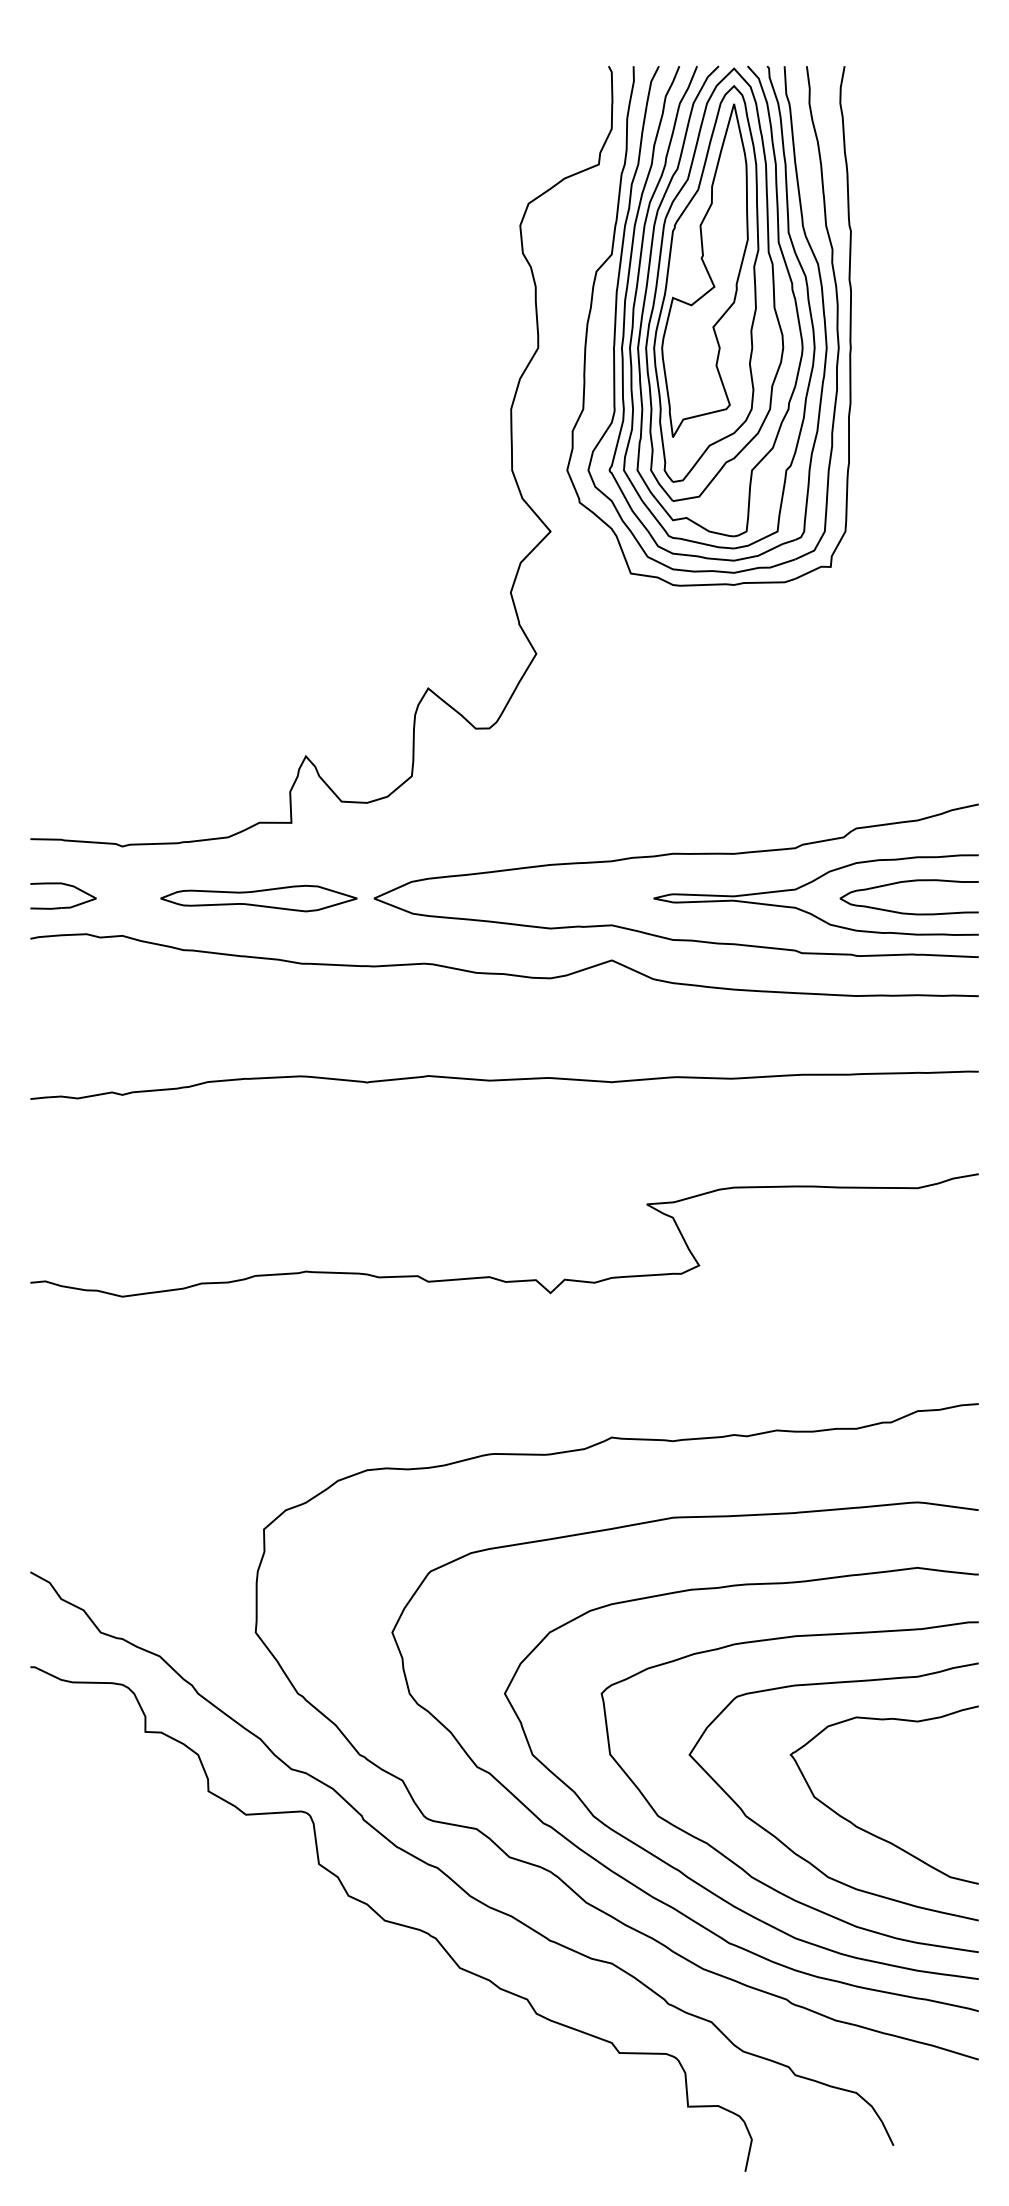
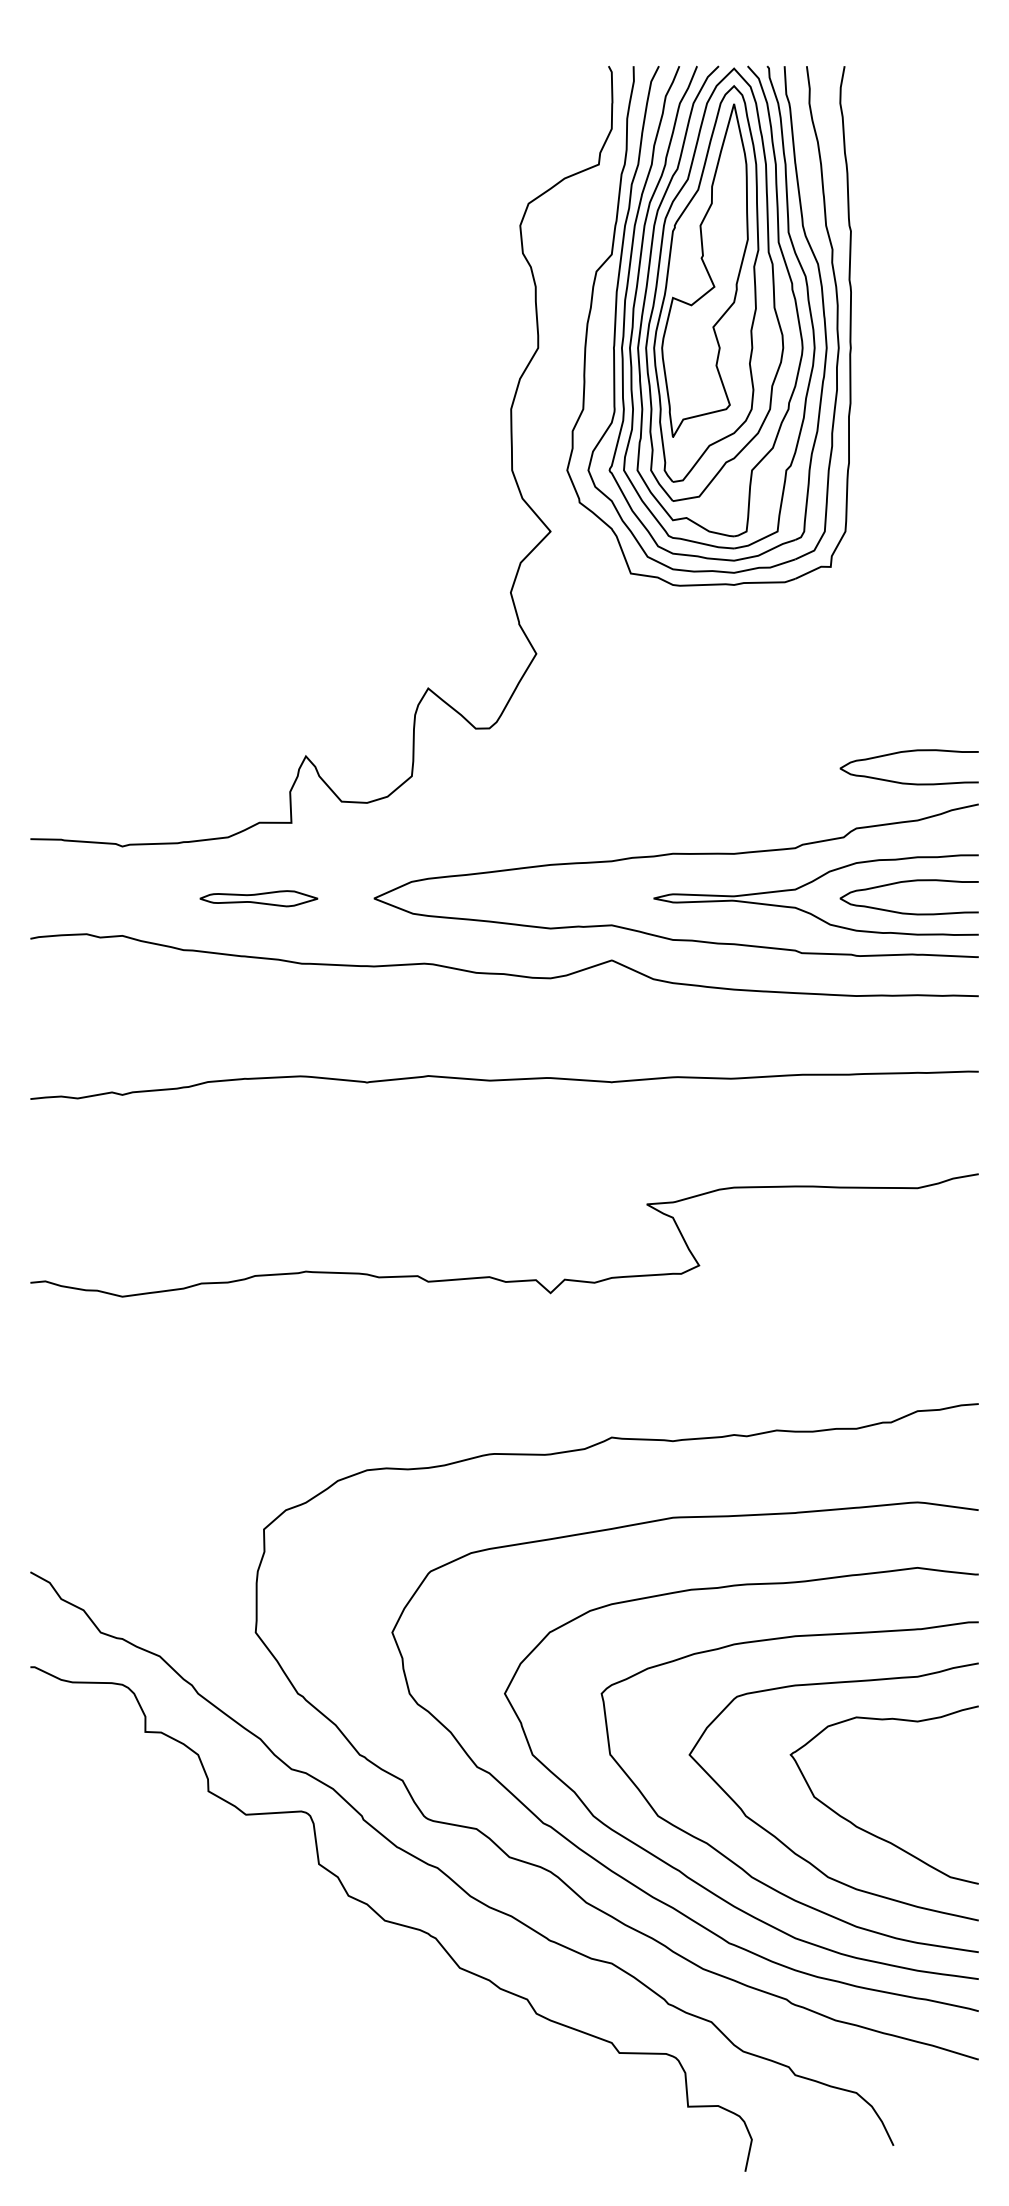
curve at (908, 752): none -> present
part at (64, 885): present -> none
part at (258, 898) size: 198x28 px -> 120x18 px
